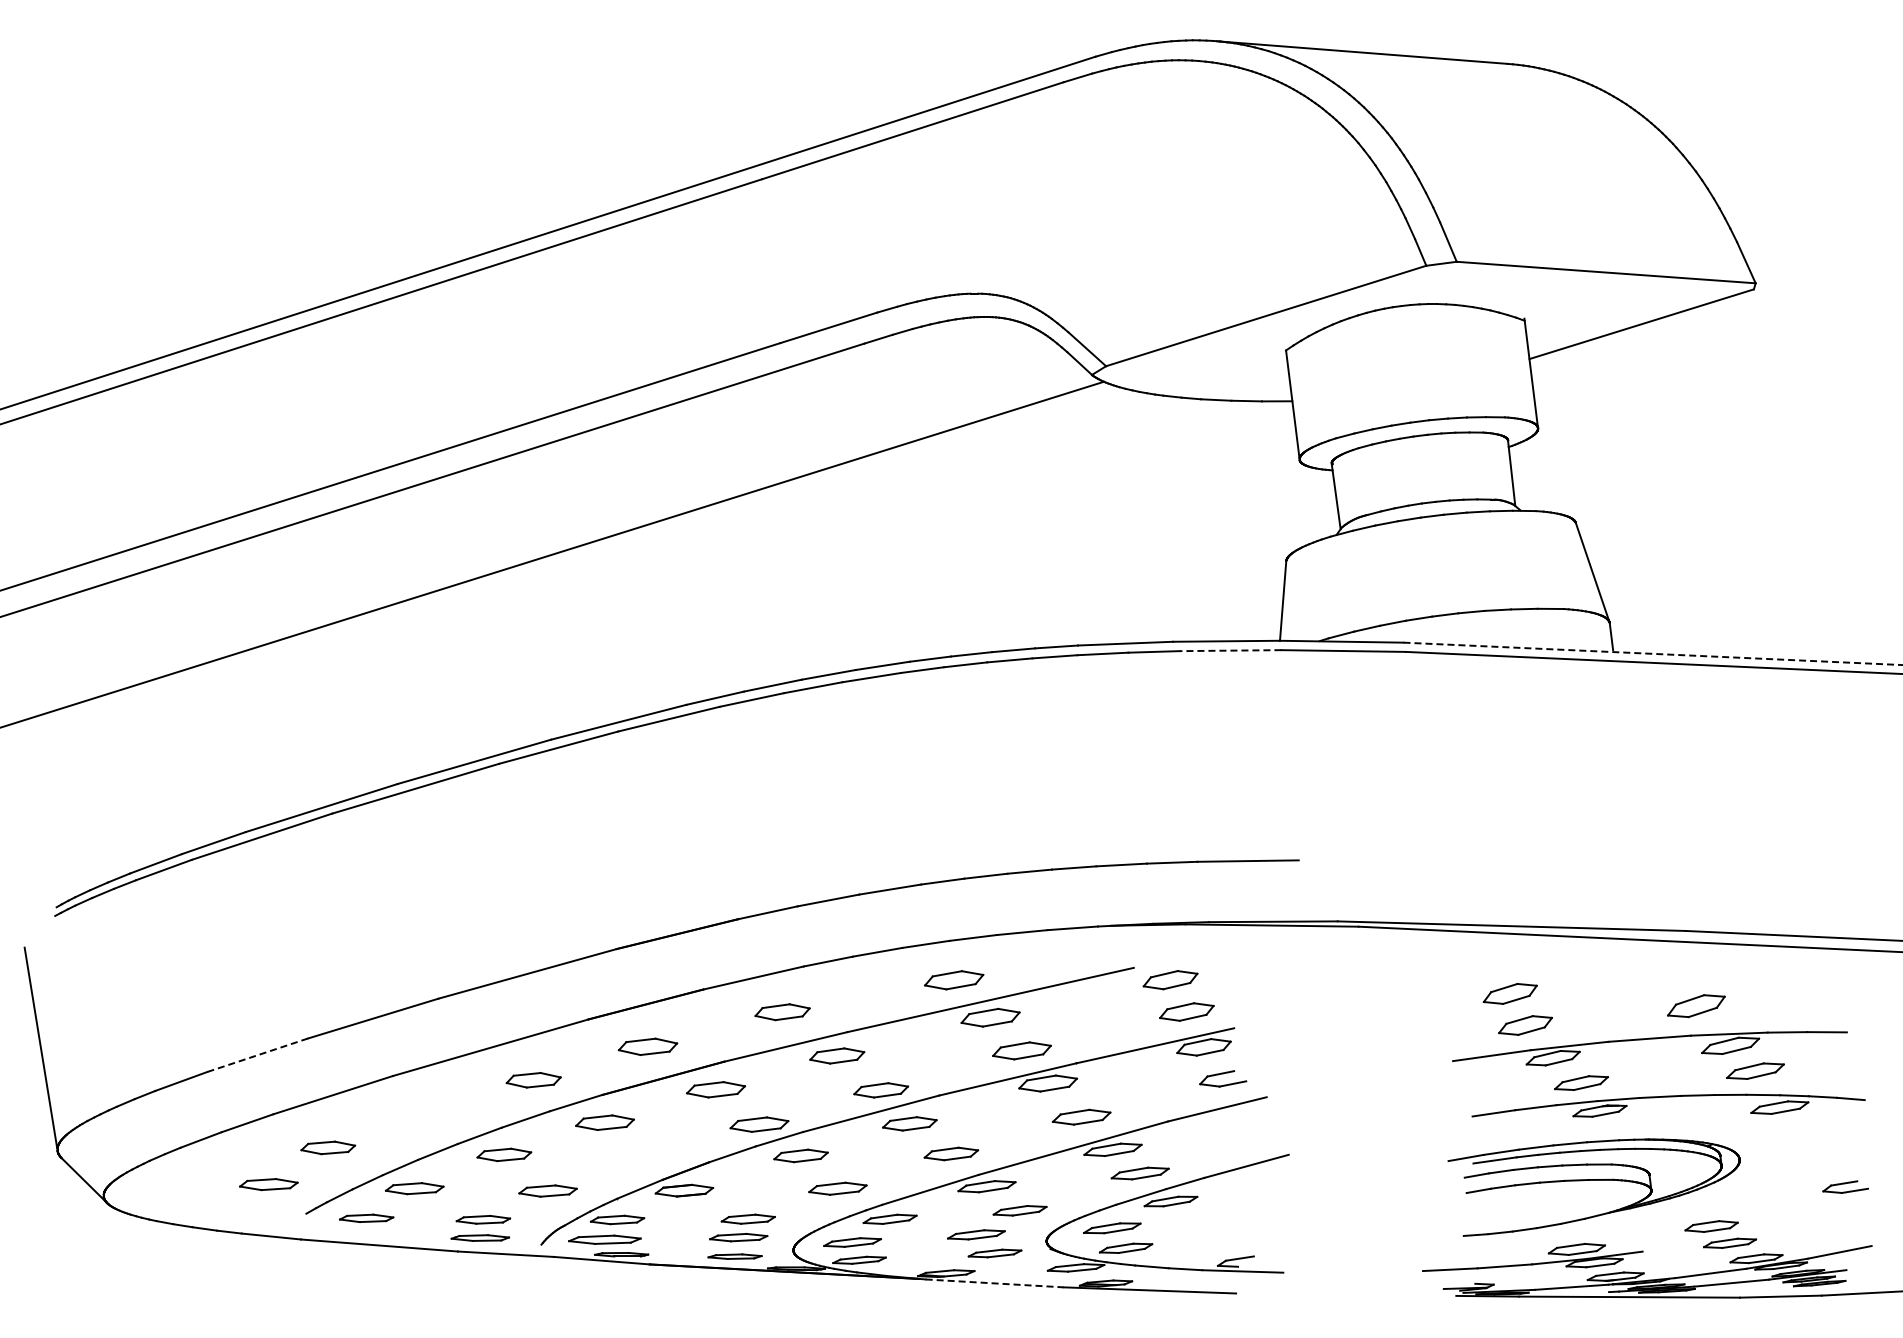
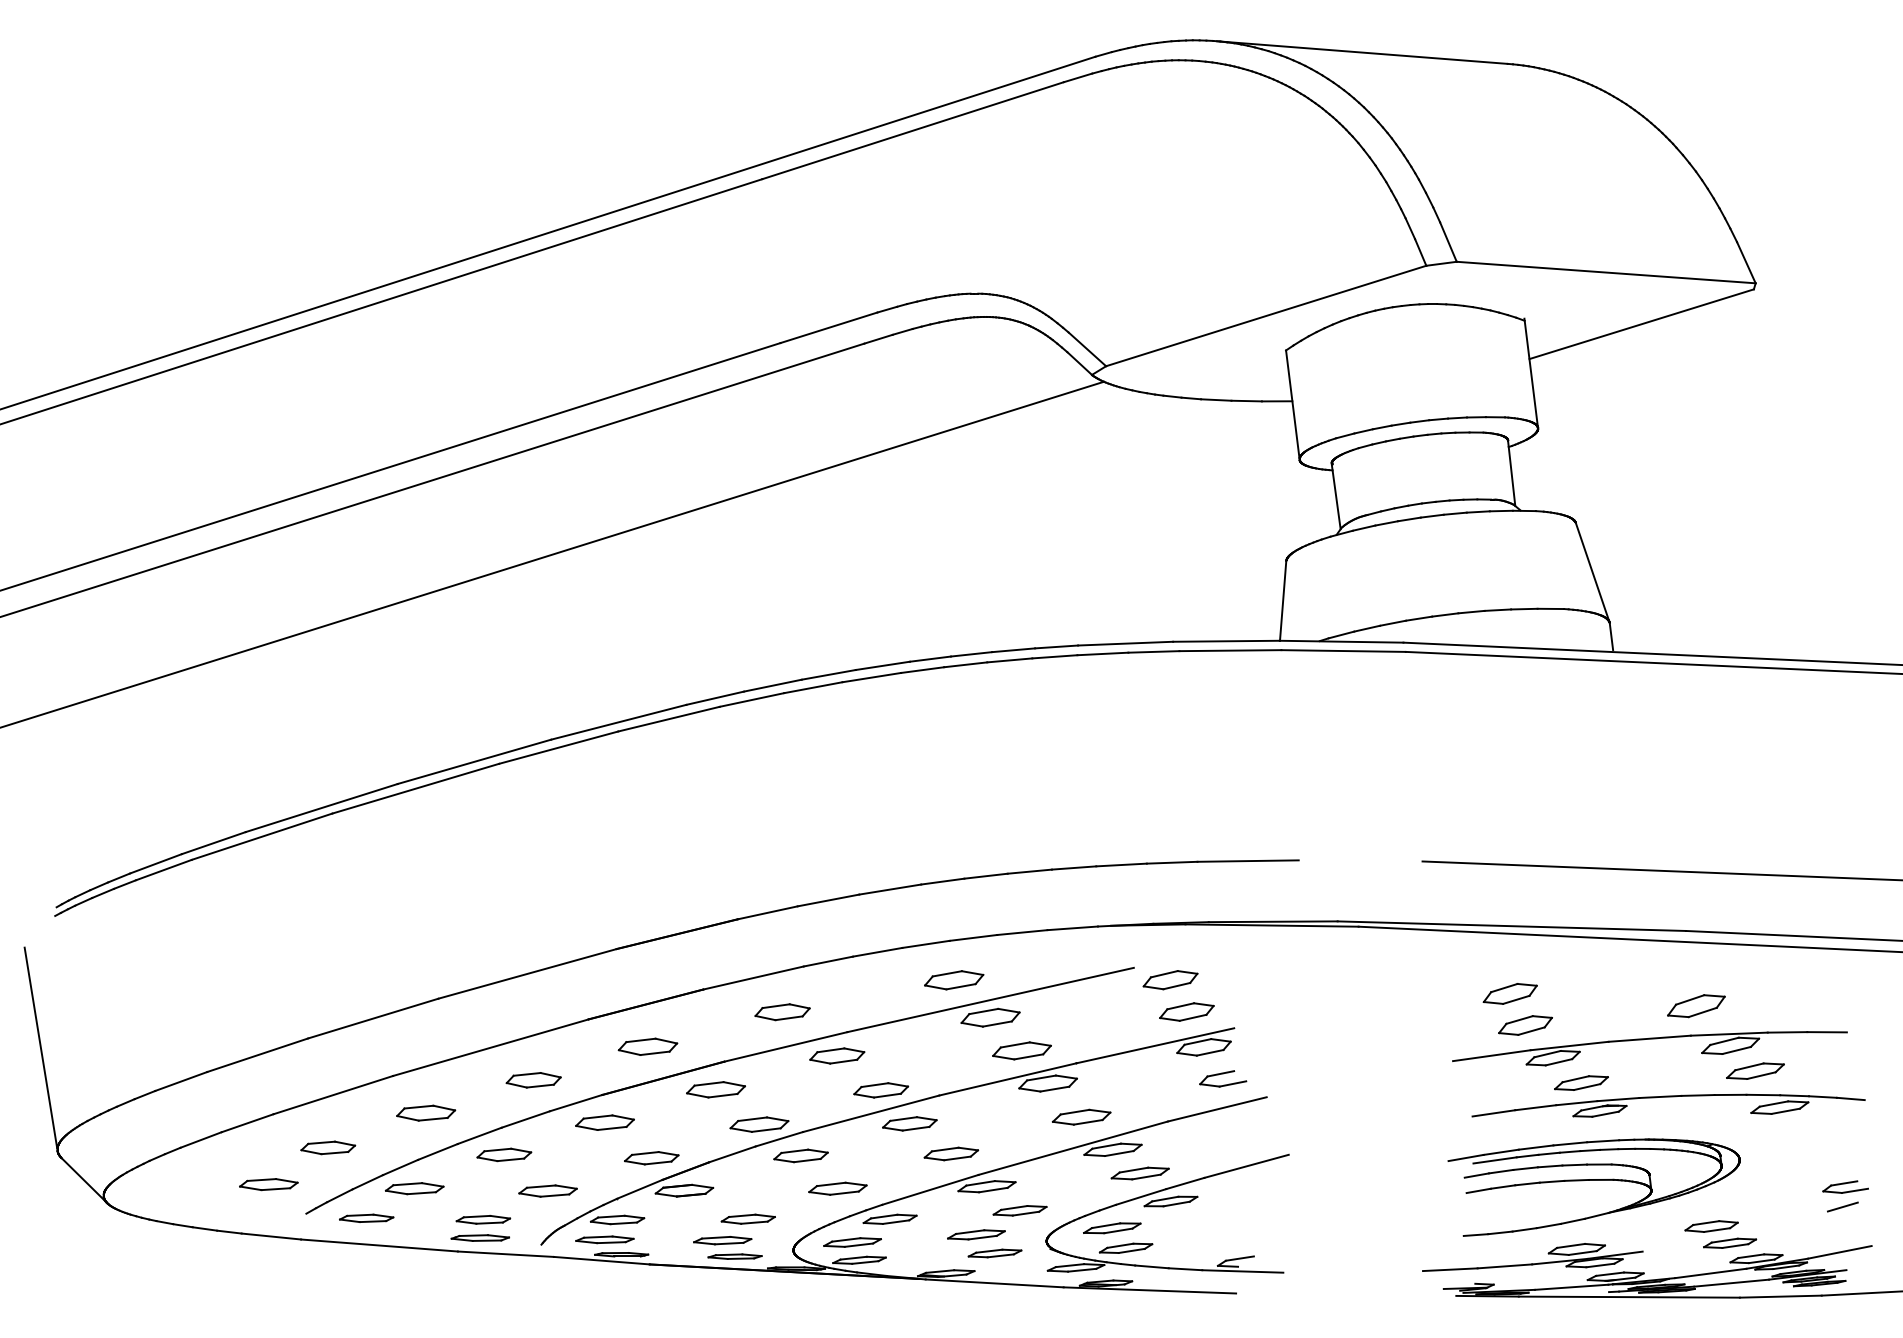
line at (1230, 650): dashed -> solid
line at (1653, 653): dashed -> solid
line at (1660, 870): none -> present
line at (257, 1055): dashed -> solid
part at (426, 1112): none -> present
part at (651, 1158): none -> present
line at (1842, 1206): none -> present
part at (738, 1237) position: (738, 1237) -> (722, 1240)
part at (604, 1239) size: 74x11 px -> 60x10 px
line at (995, 1283): dashed -> solid
